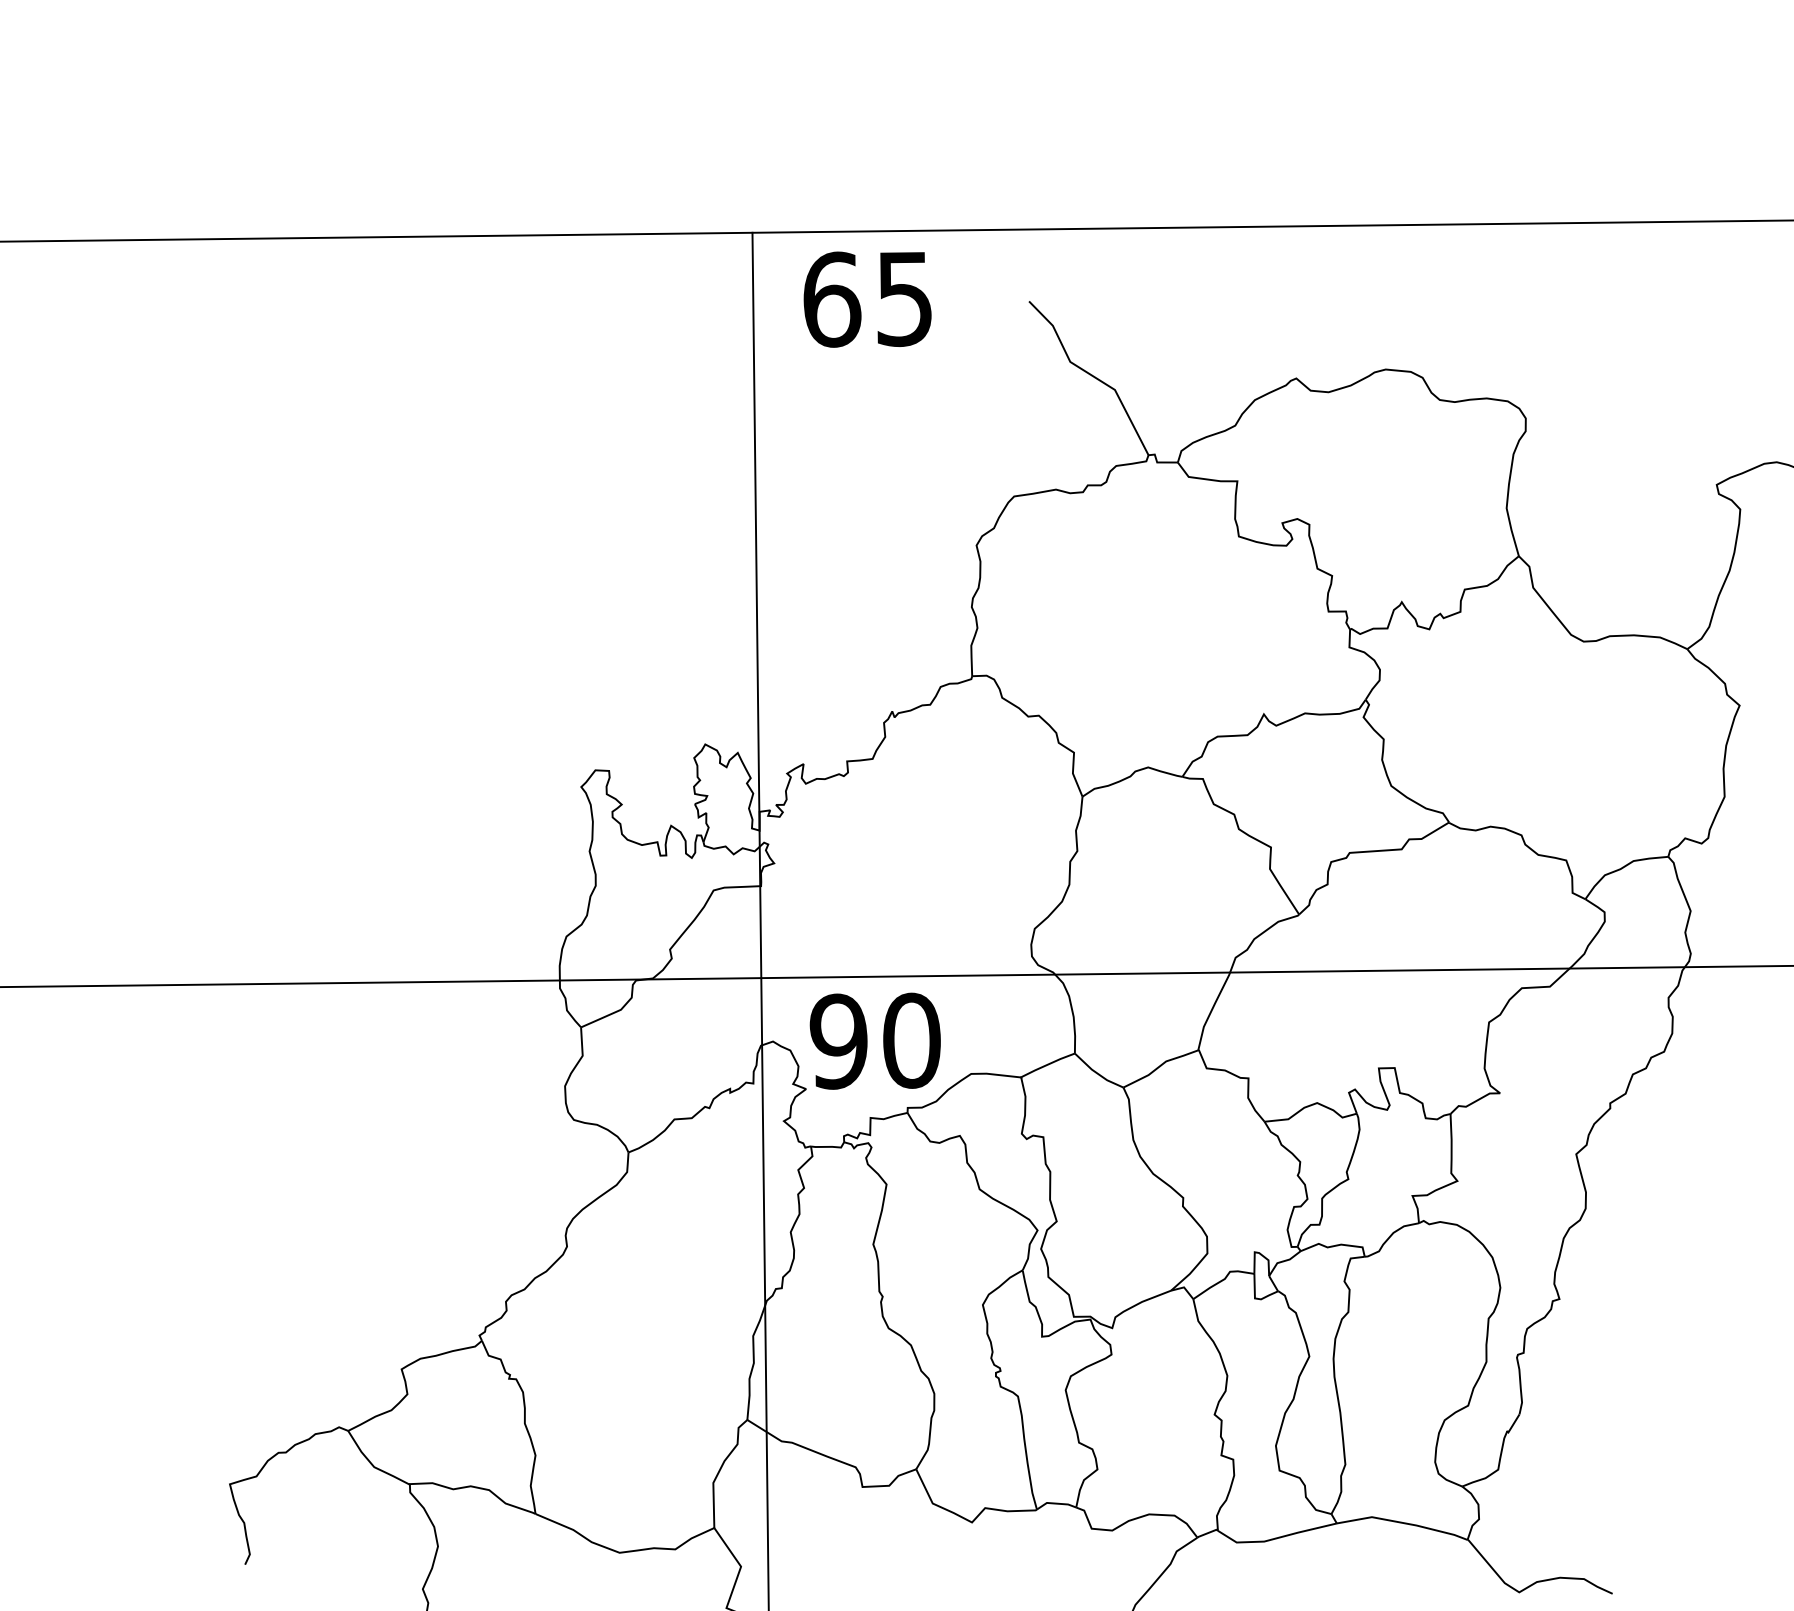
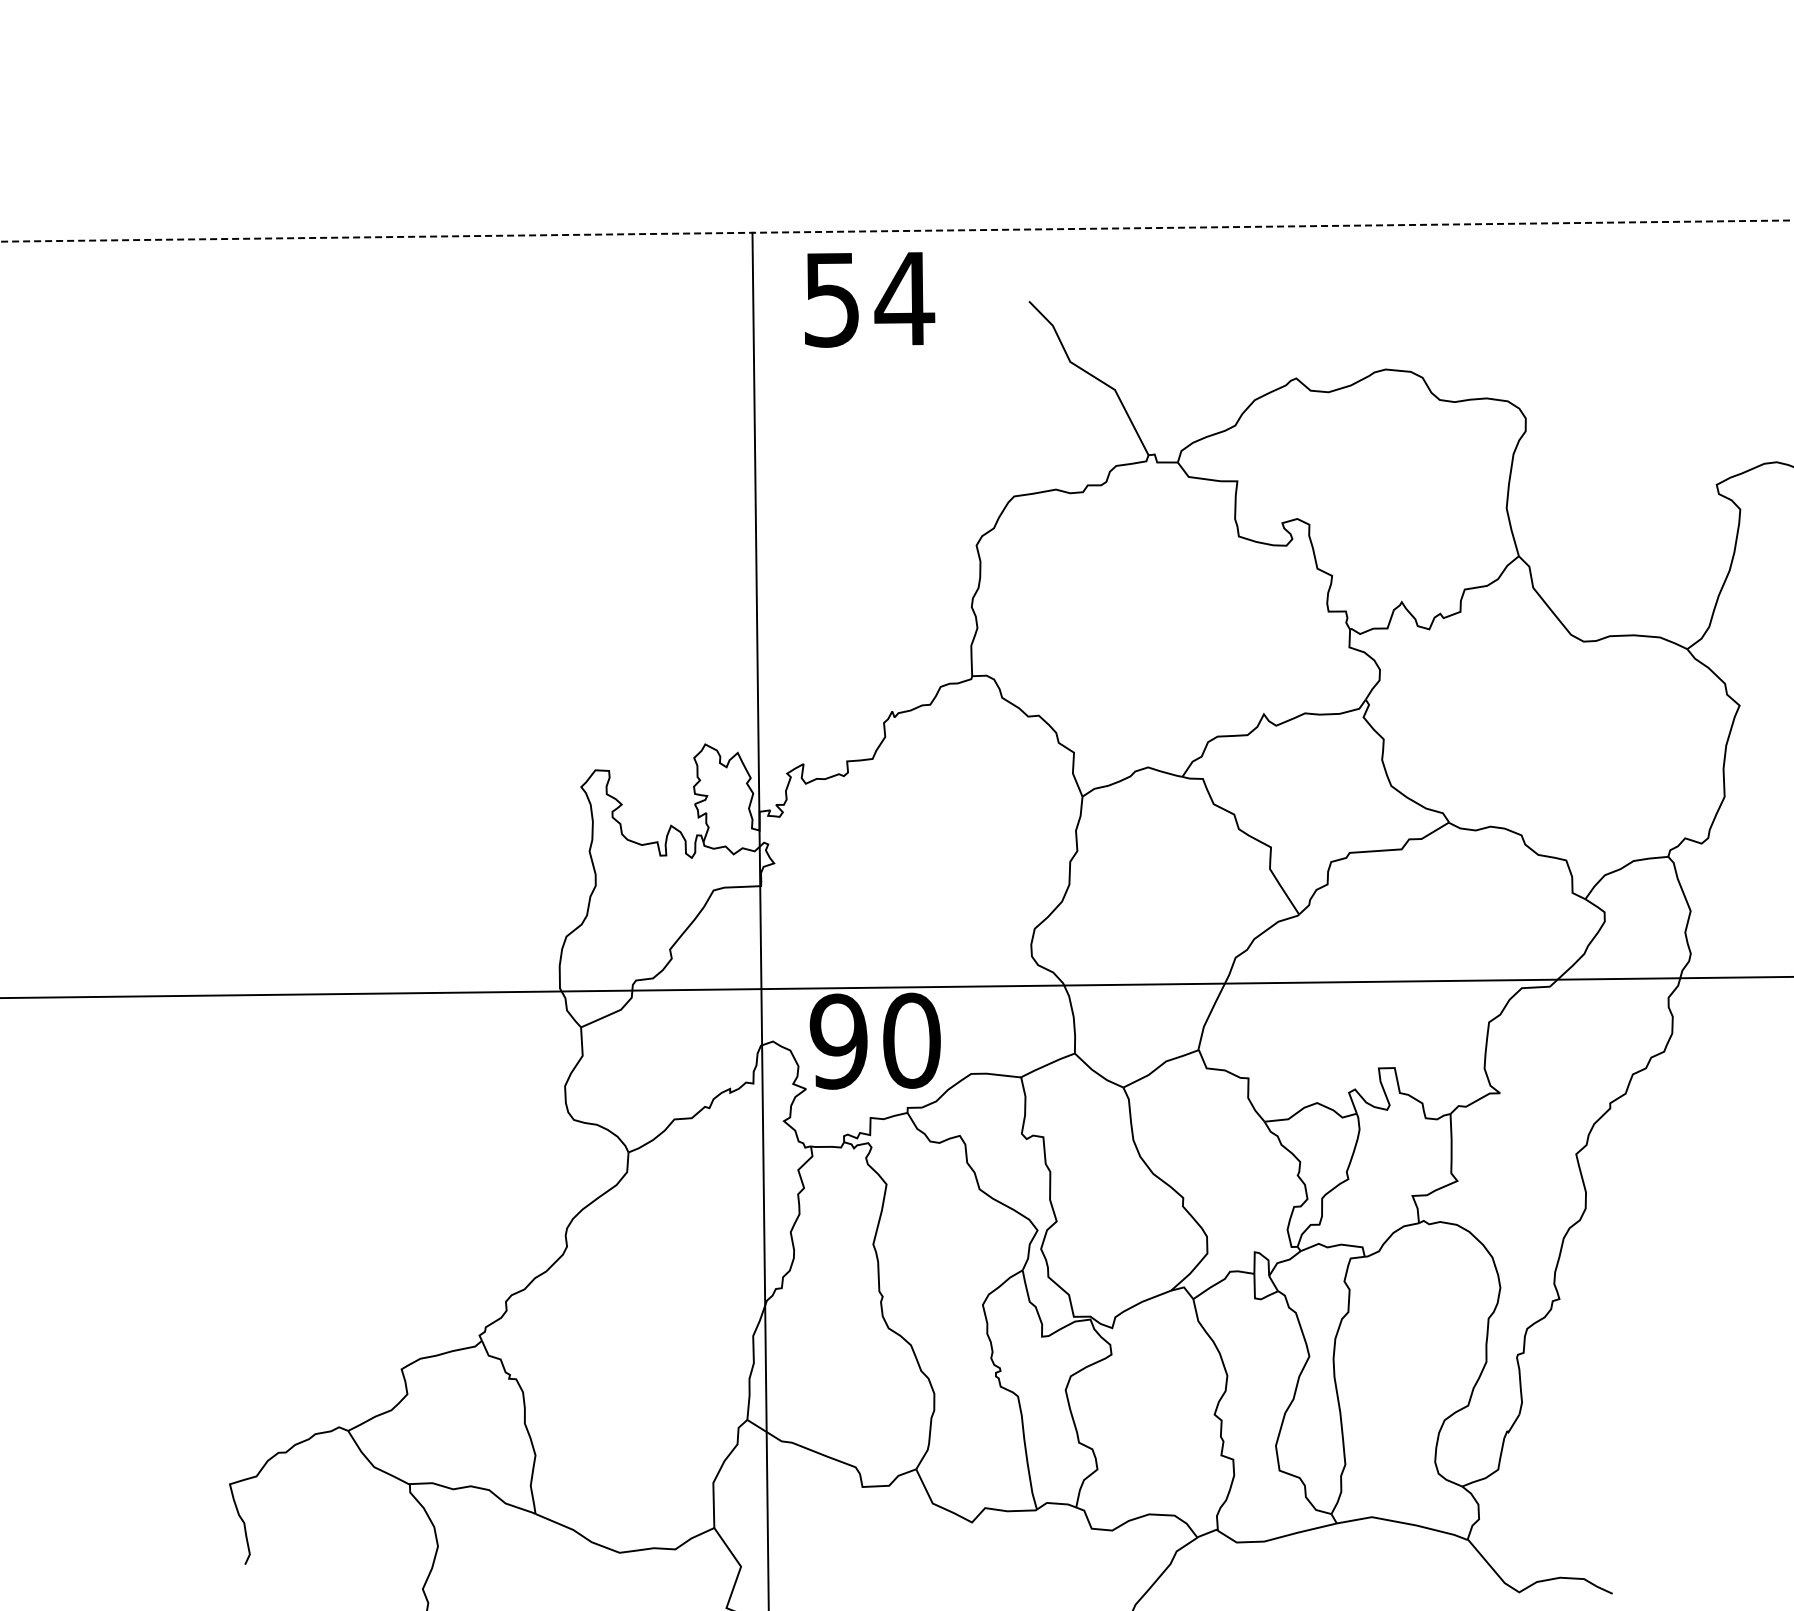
line at (896, 231): solid -> dashed
text at (869, 299): 65 -> 54
line at (896, 976) position: (896, 976) -> (896, 987)
